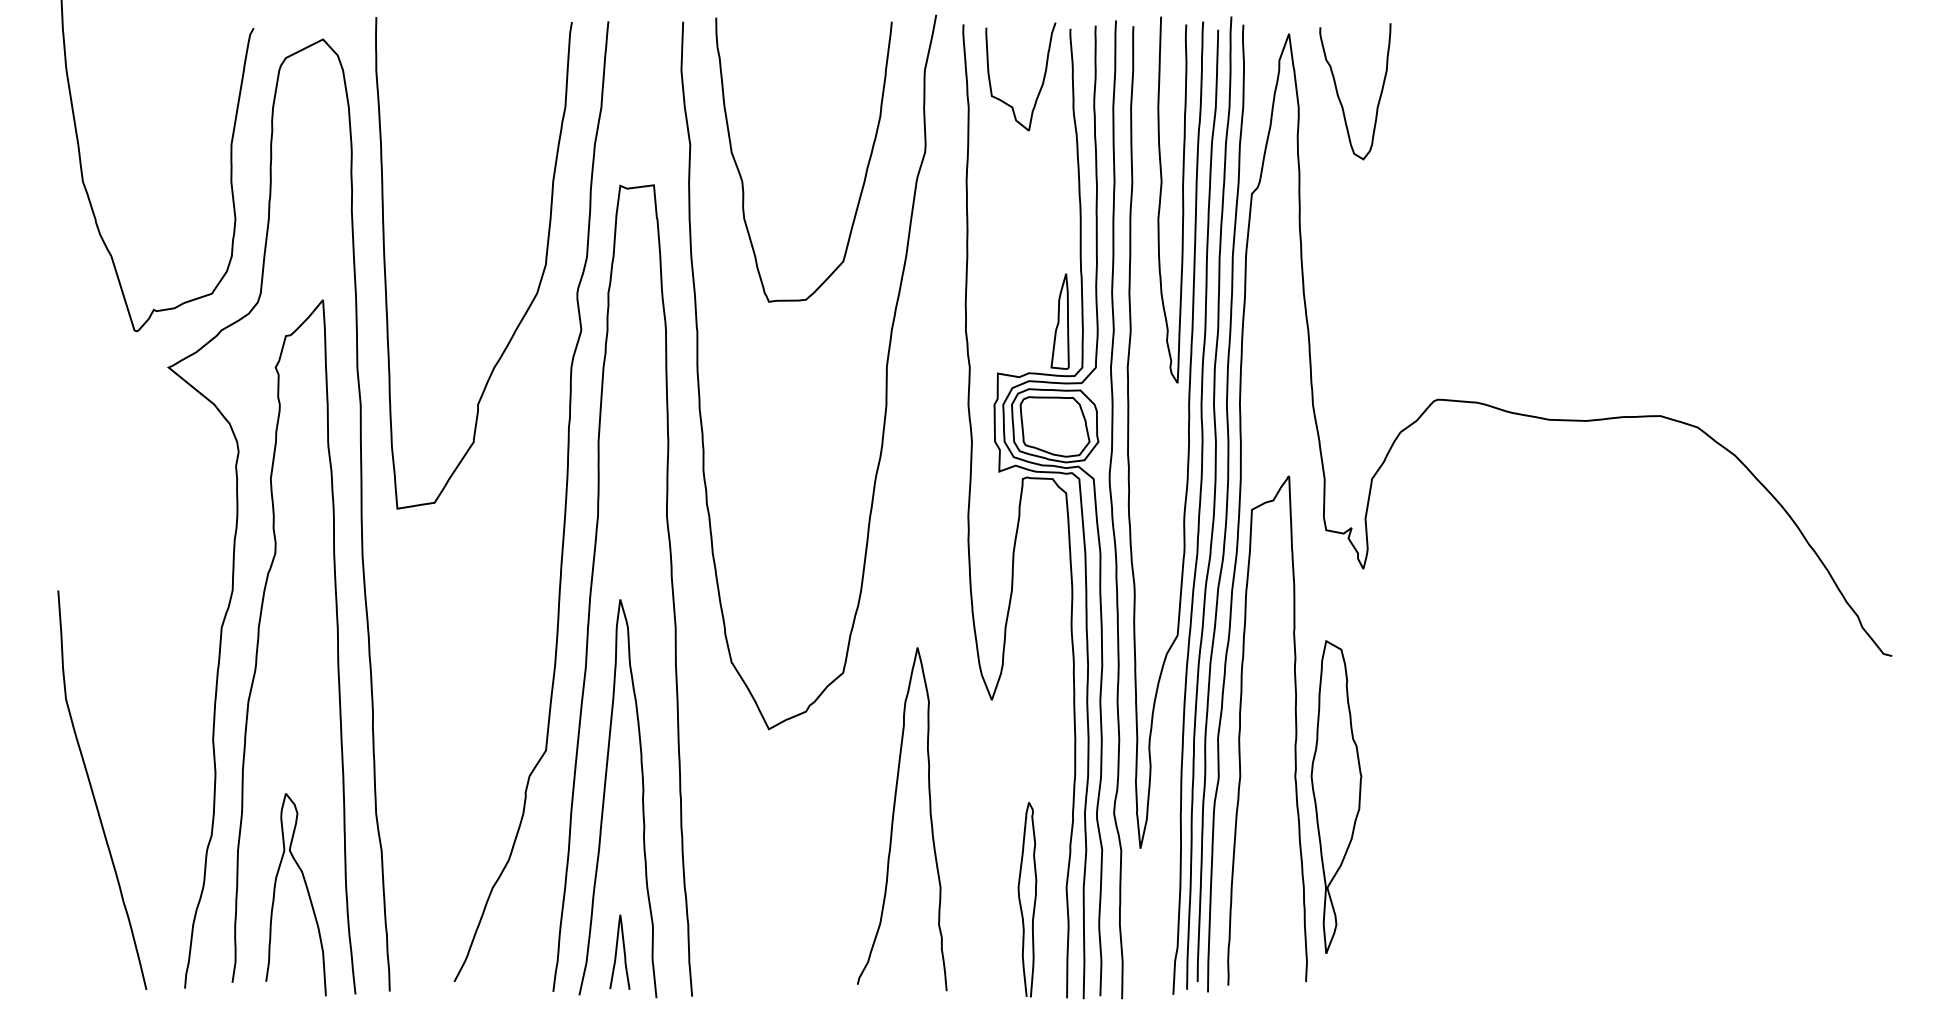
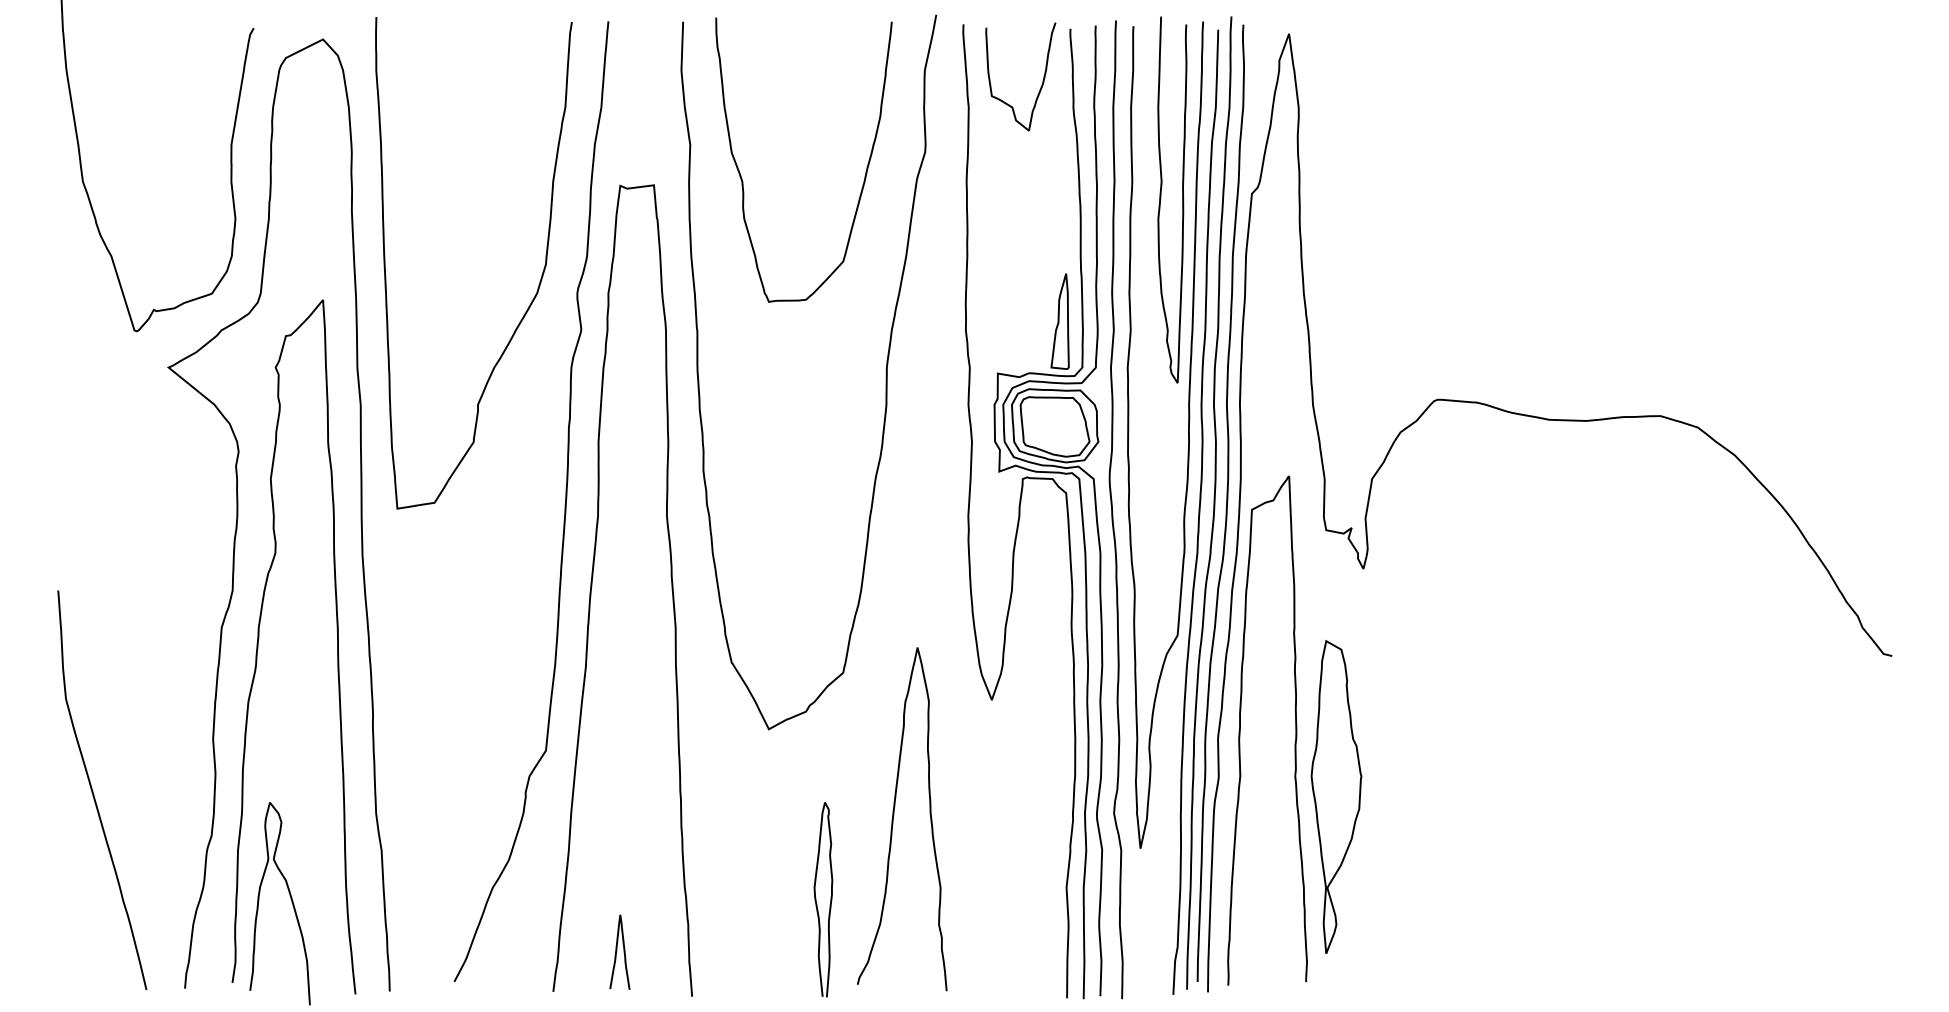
curve at (1339, 96): present -> none
curve at (605, 793): present -> none
curve at (306, 890) position: (306, 890) -> (290, 899)
curve at (1020, 899) position: (1020, 899) -> (816, 899)
